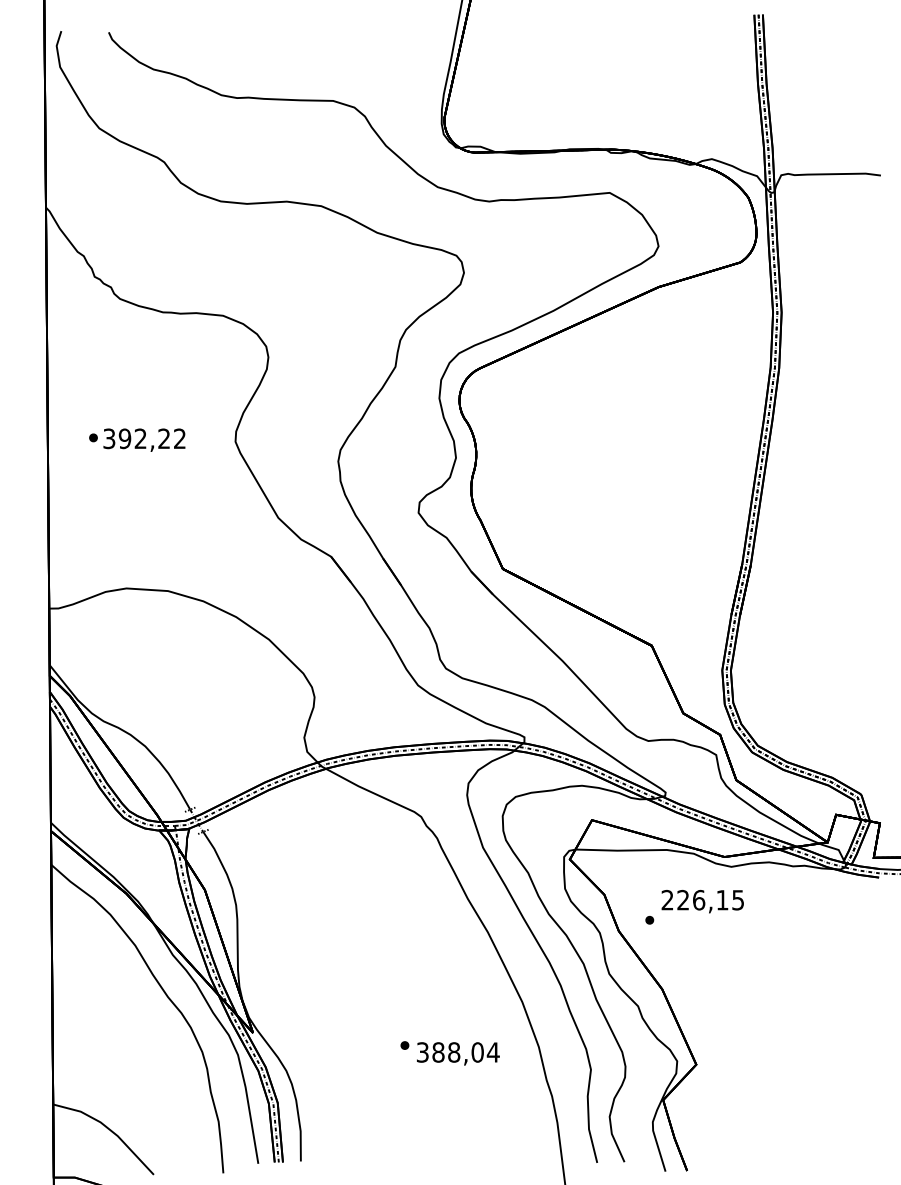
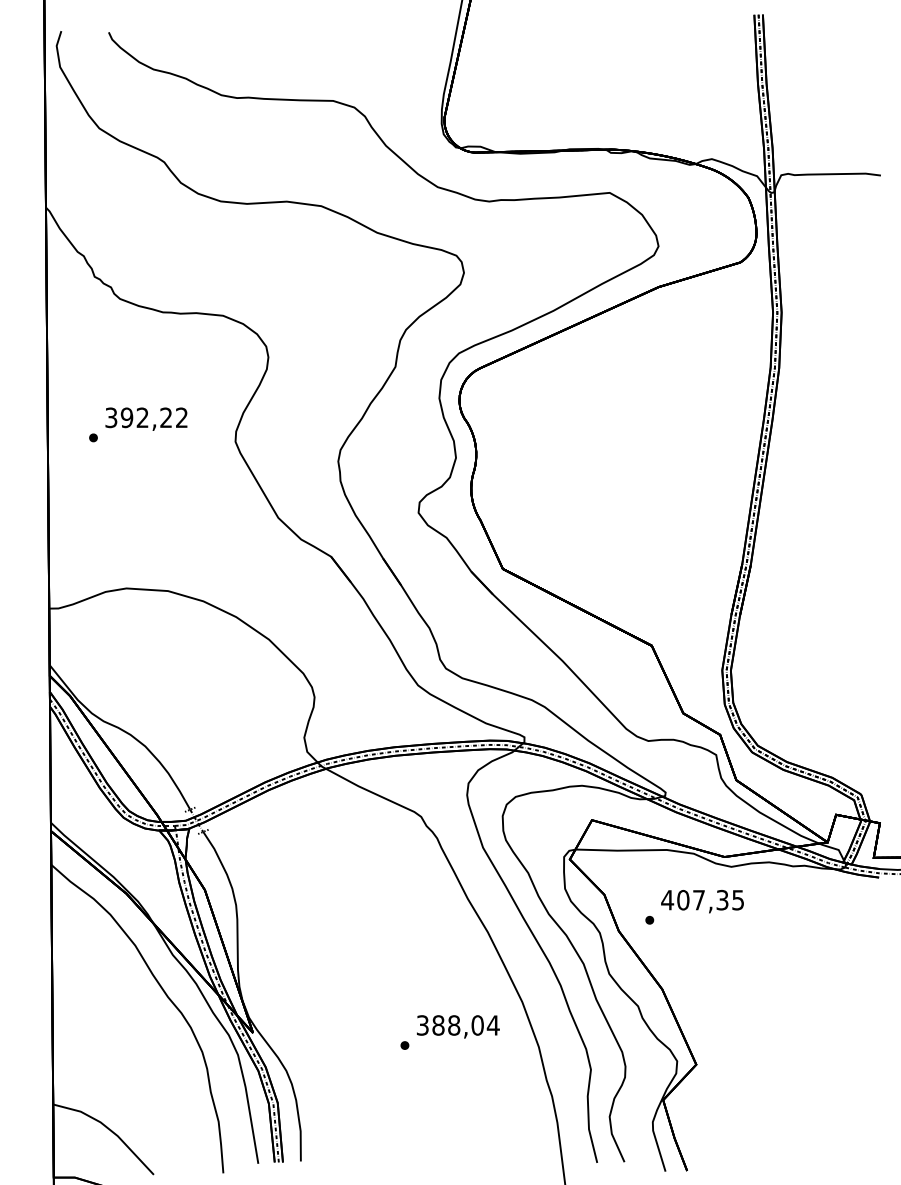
text at (144, 439) position: (144, 439) -> (146, 418)
text at (694, 899): 226,15 -> 407,35
text at (458, 1053) position: (458, 1053) -> (458, 1026)
